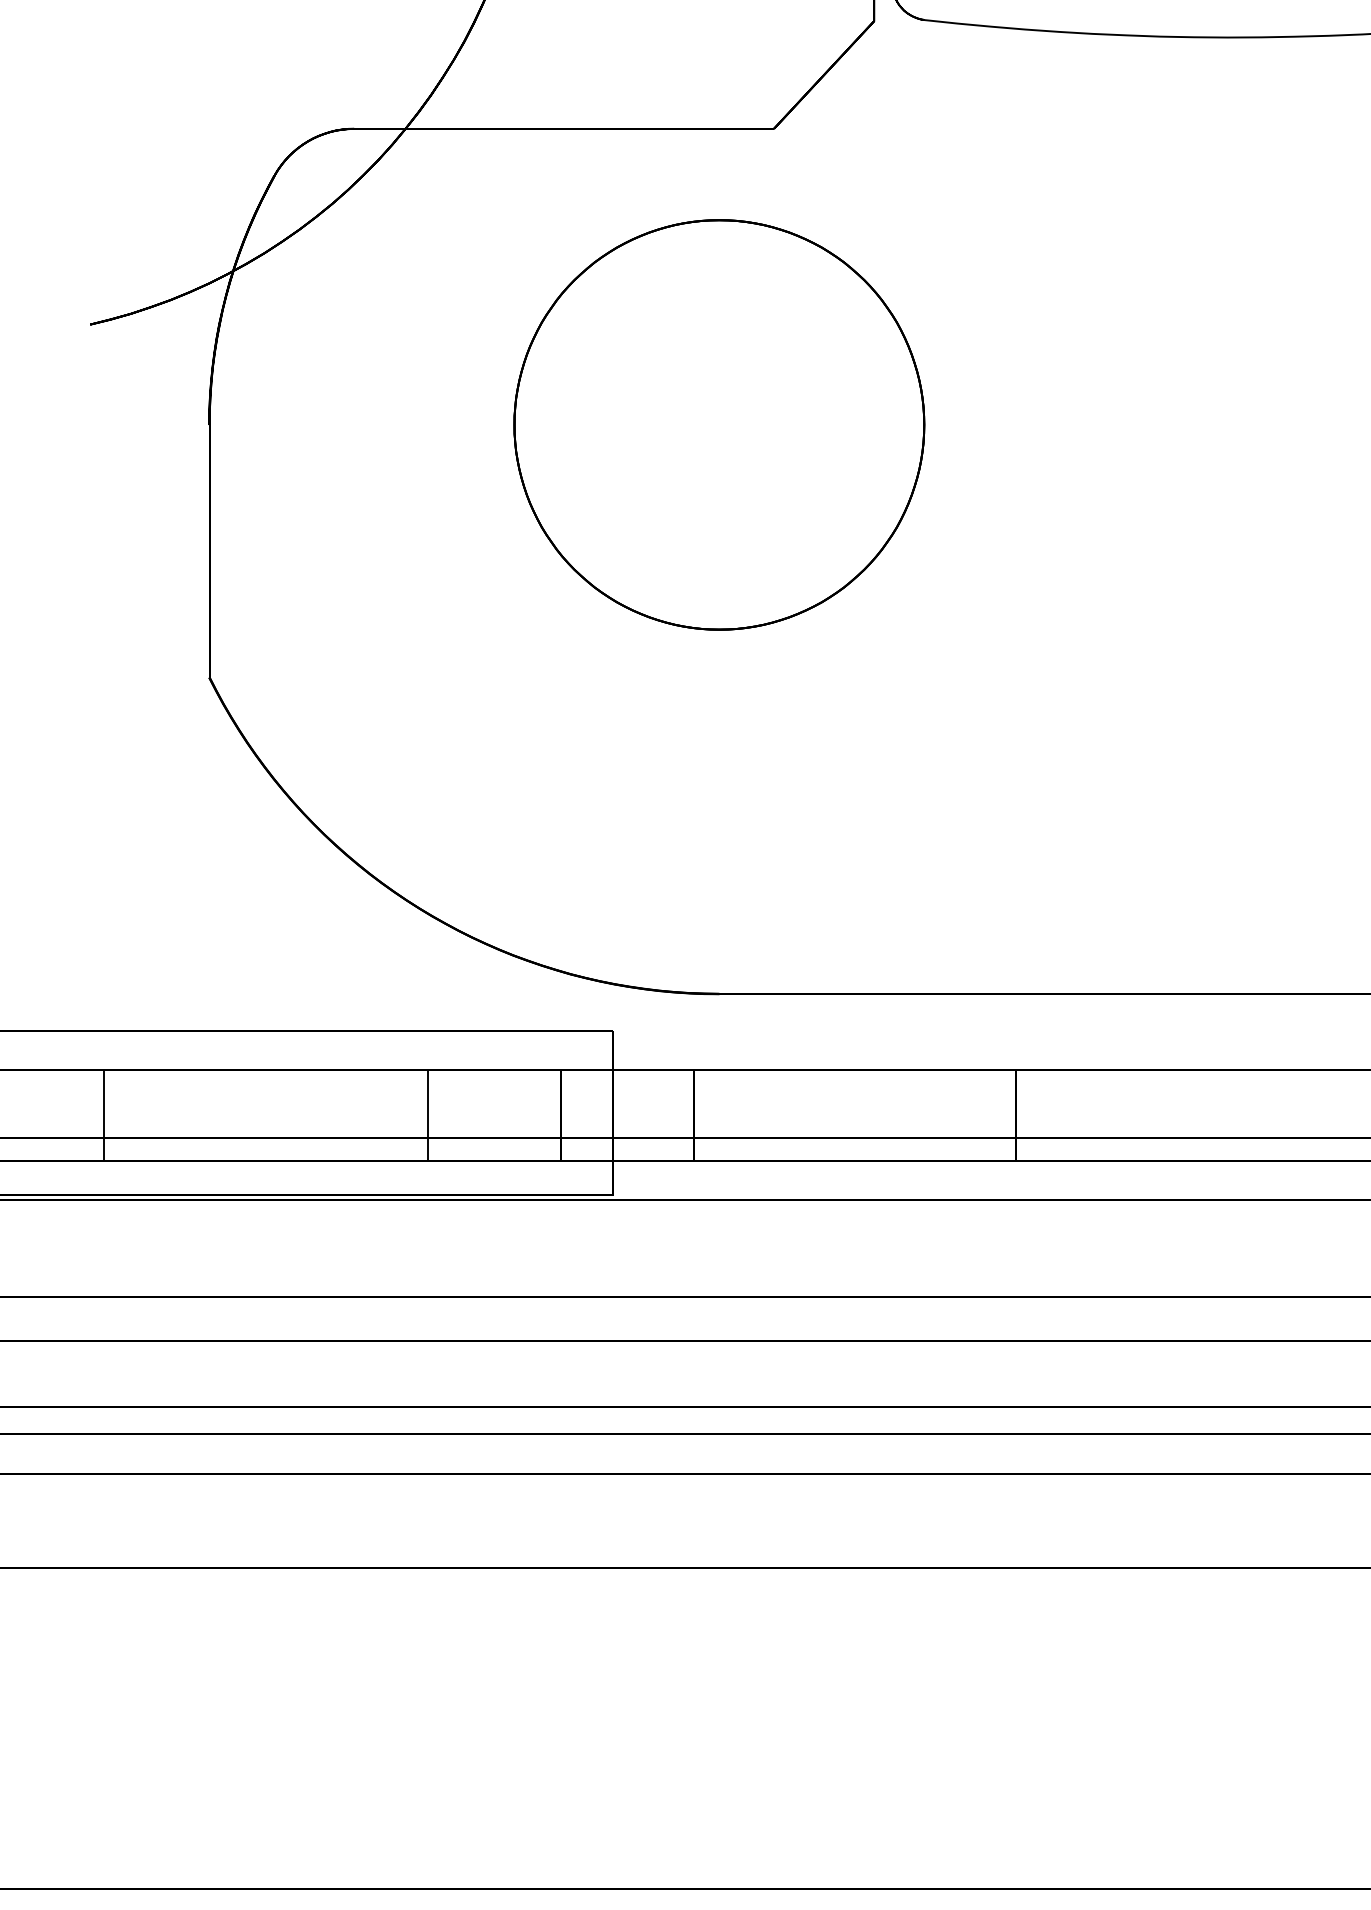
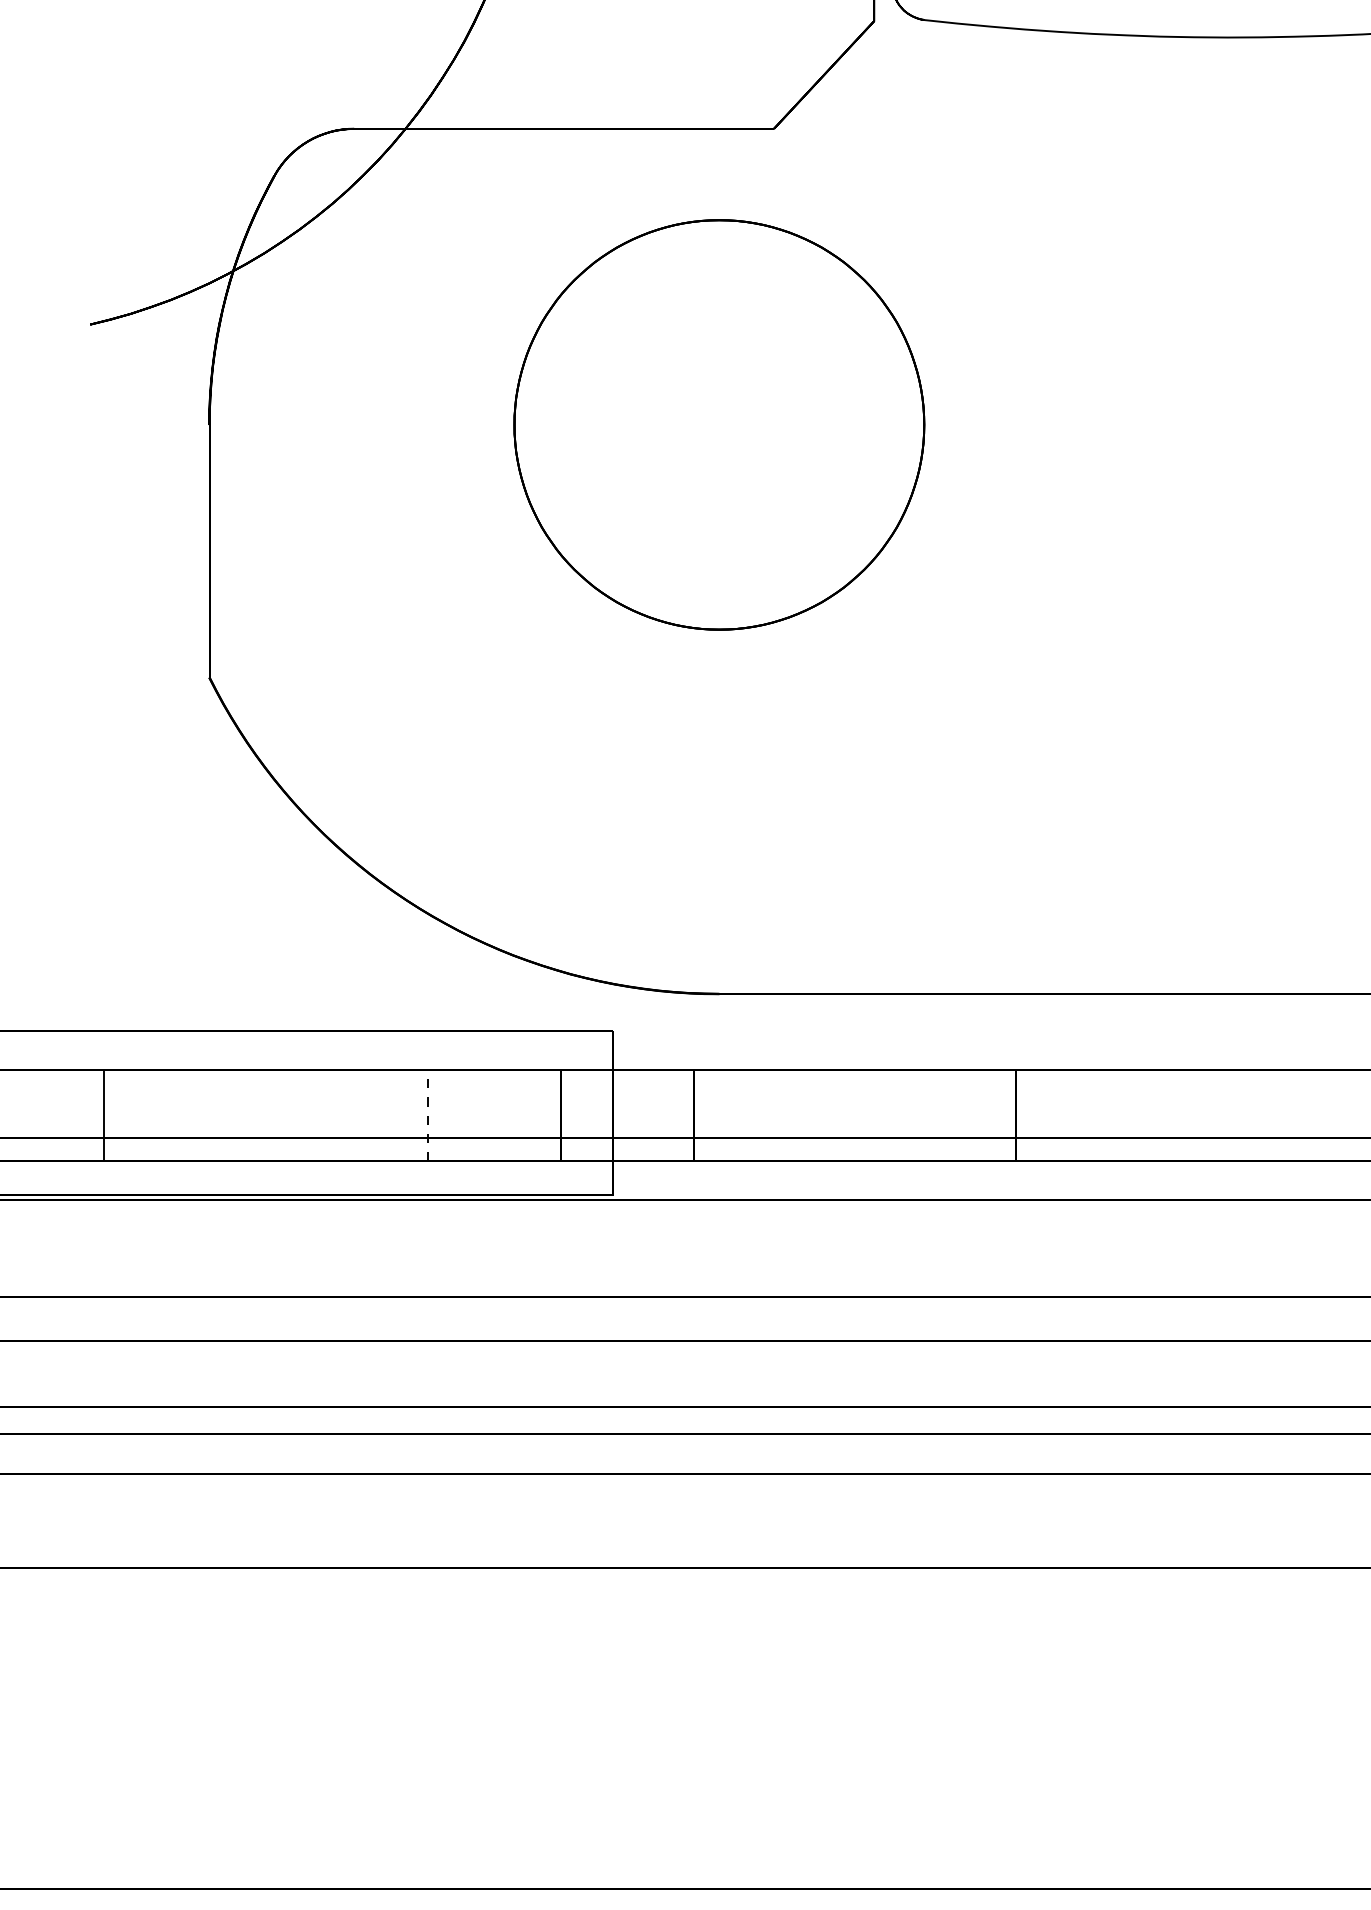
line at (427, 1115): solid -> dashed
